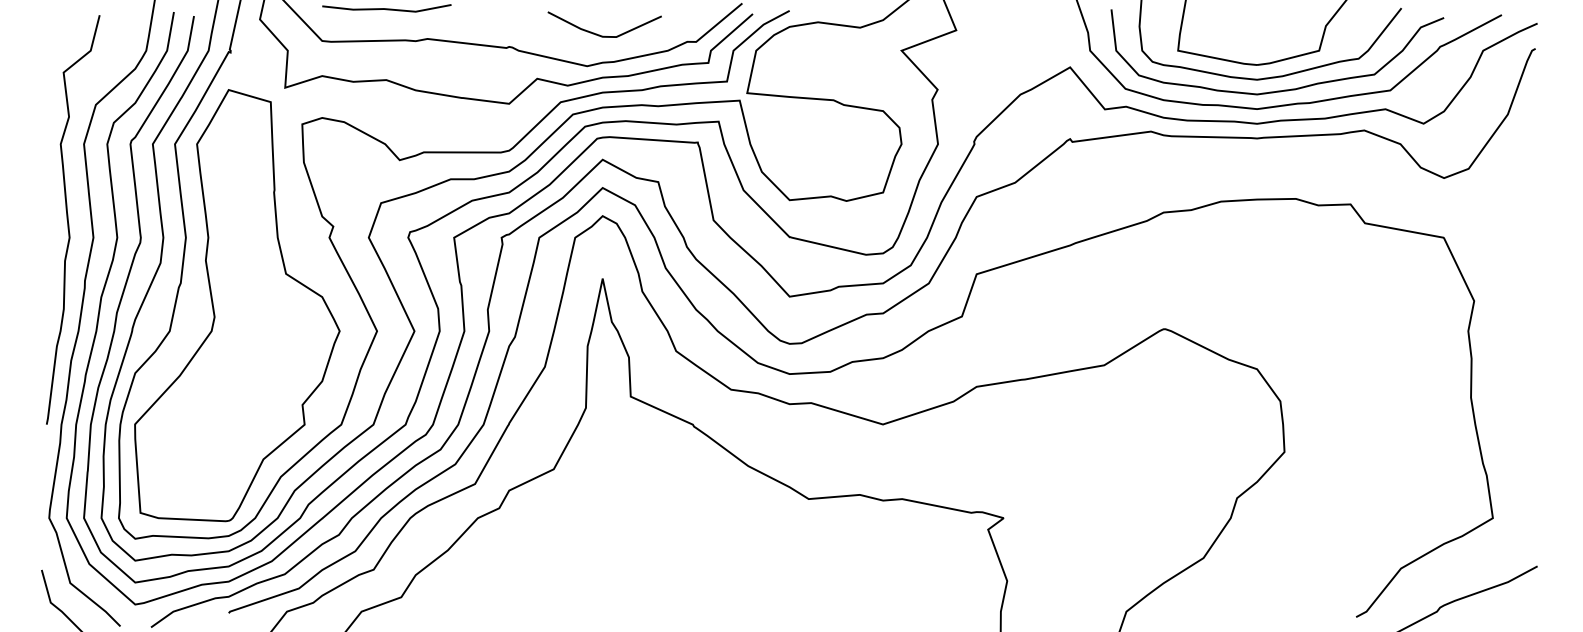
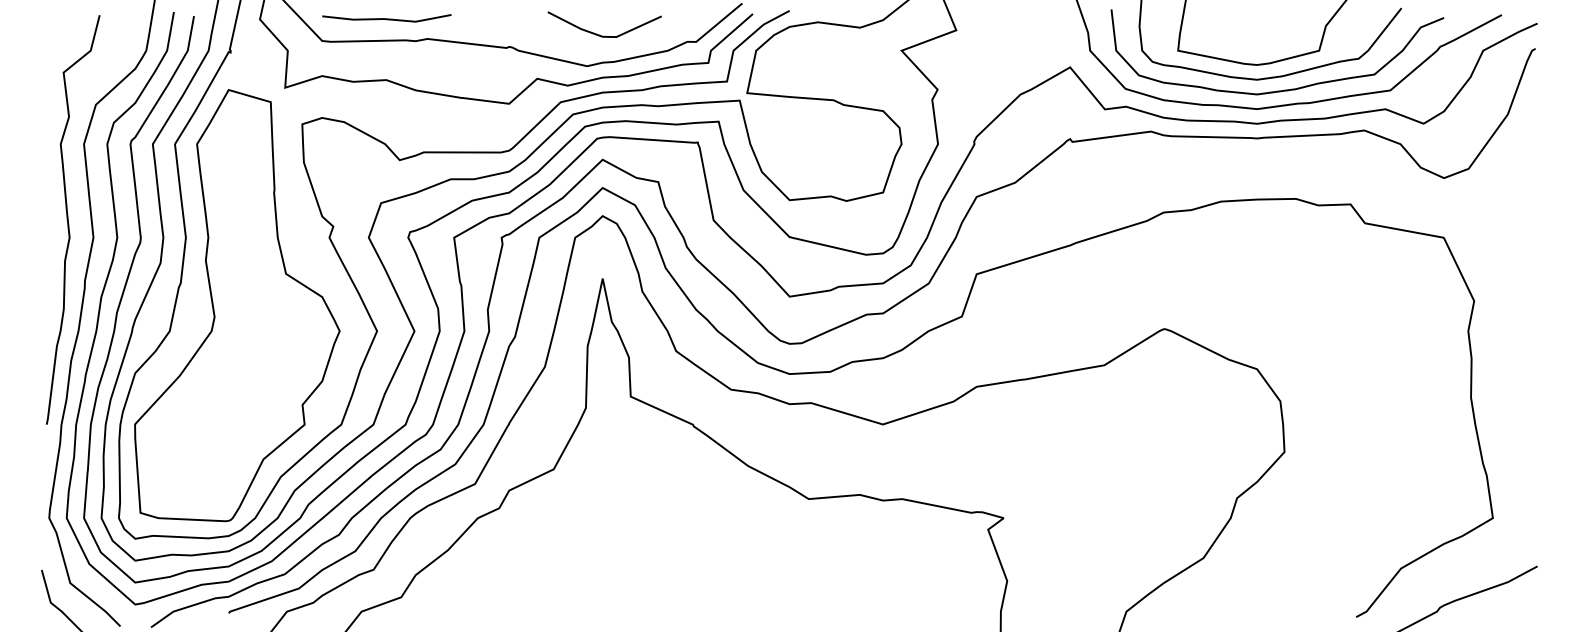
line at (386, 8) position: (386, 8) -> (386, 18)
